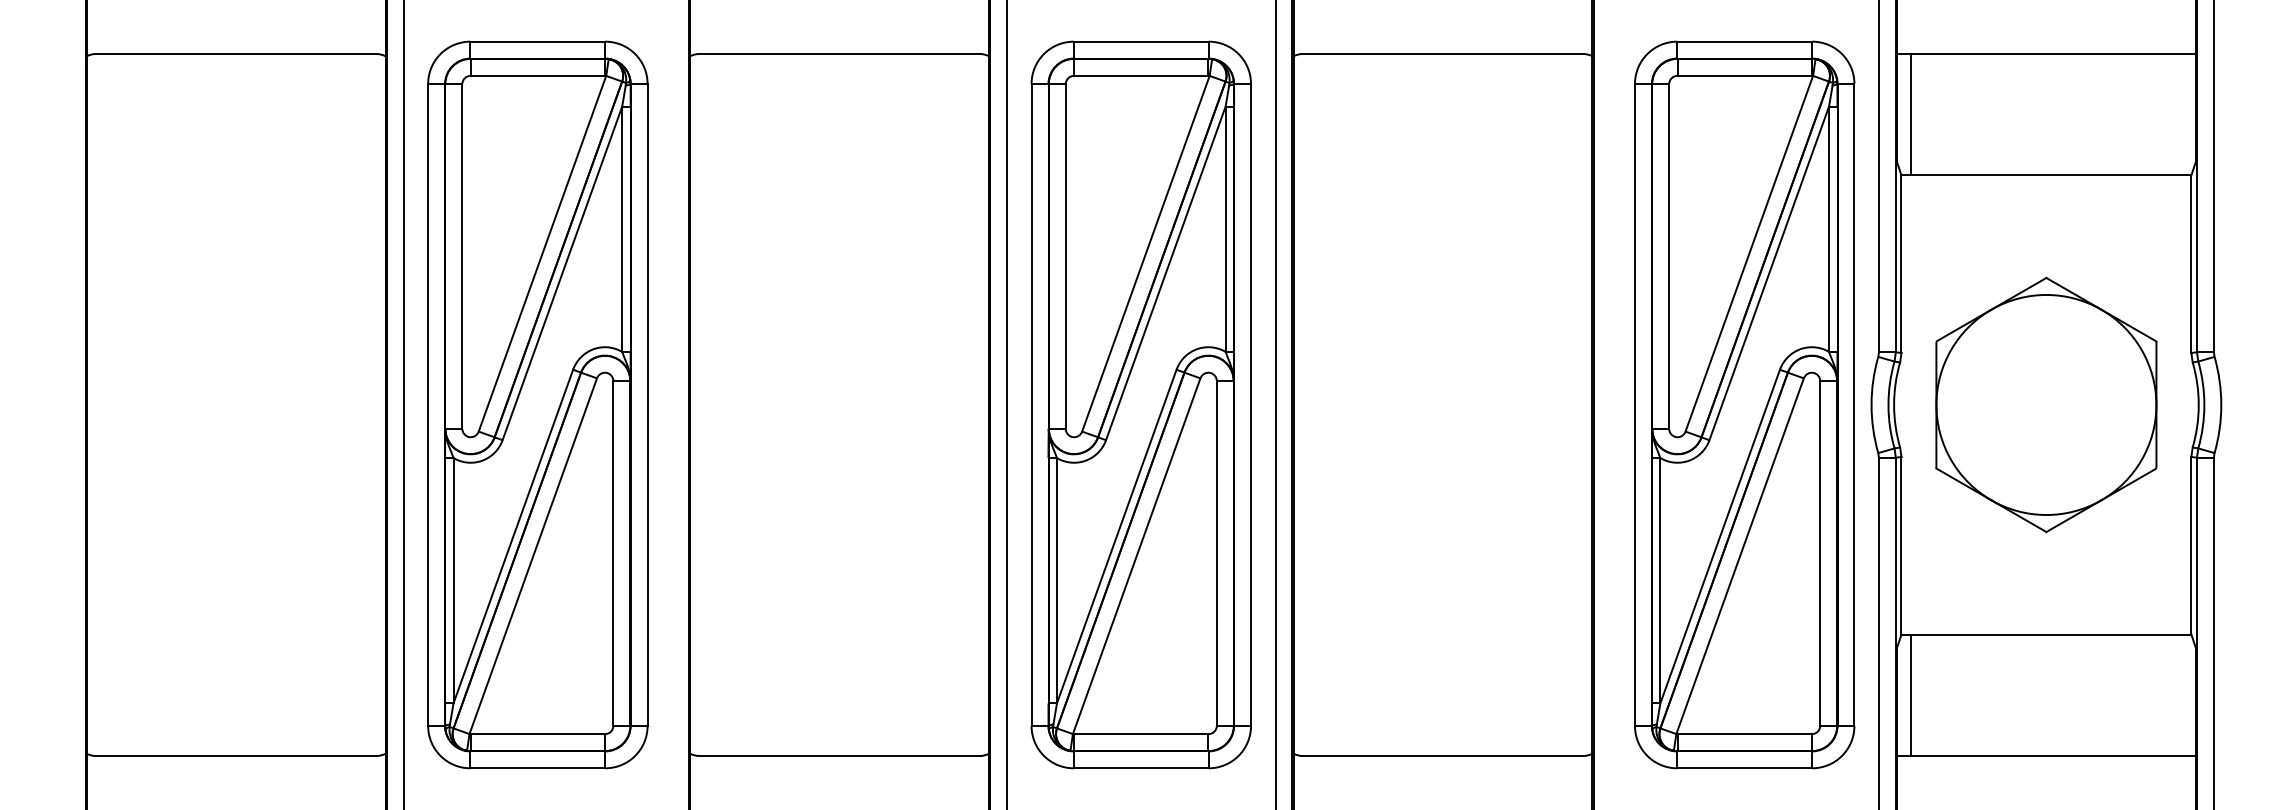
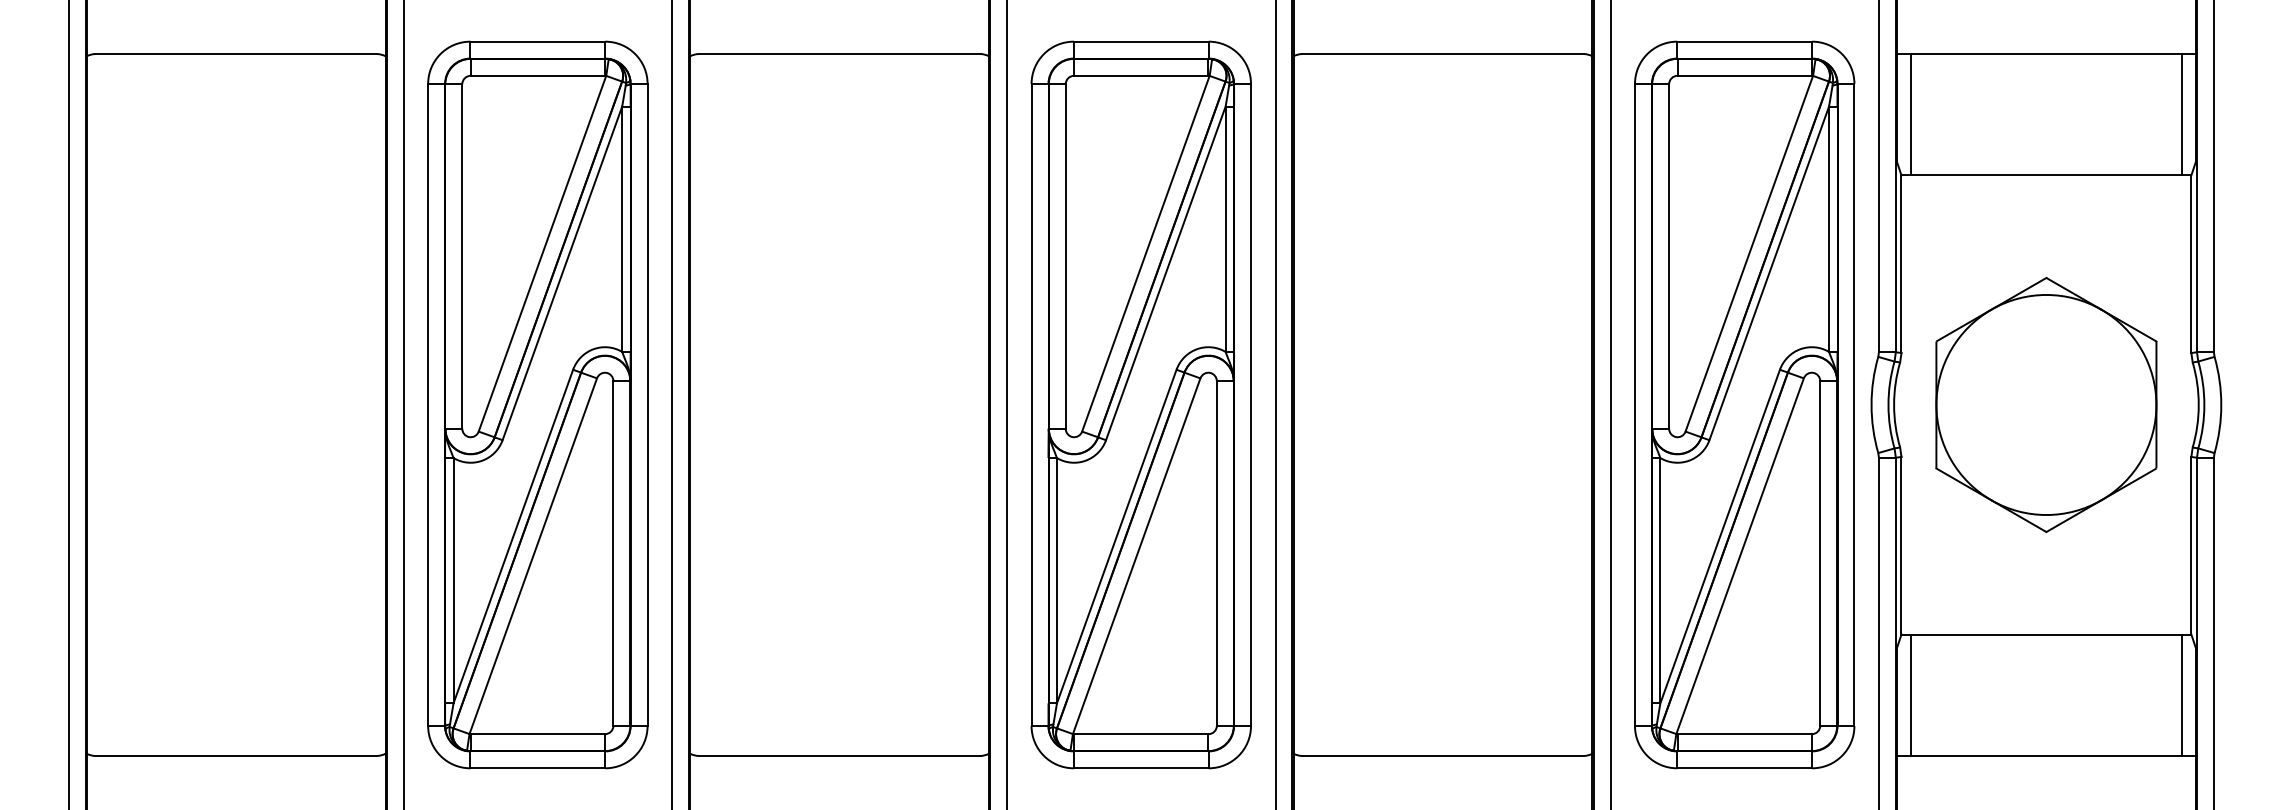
line at (2181, 114): none -> present
line at (68, 404): none -> present
line at (672, 404): none -> present
line at (1610, 404): none -> present
line at (2181, 694): none -> present
